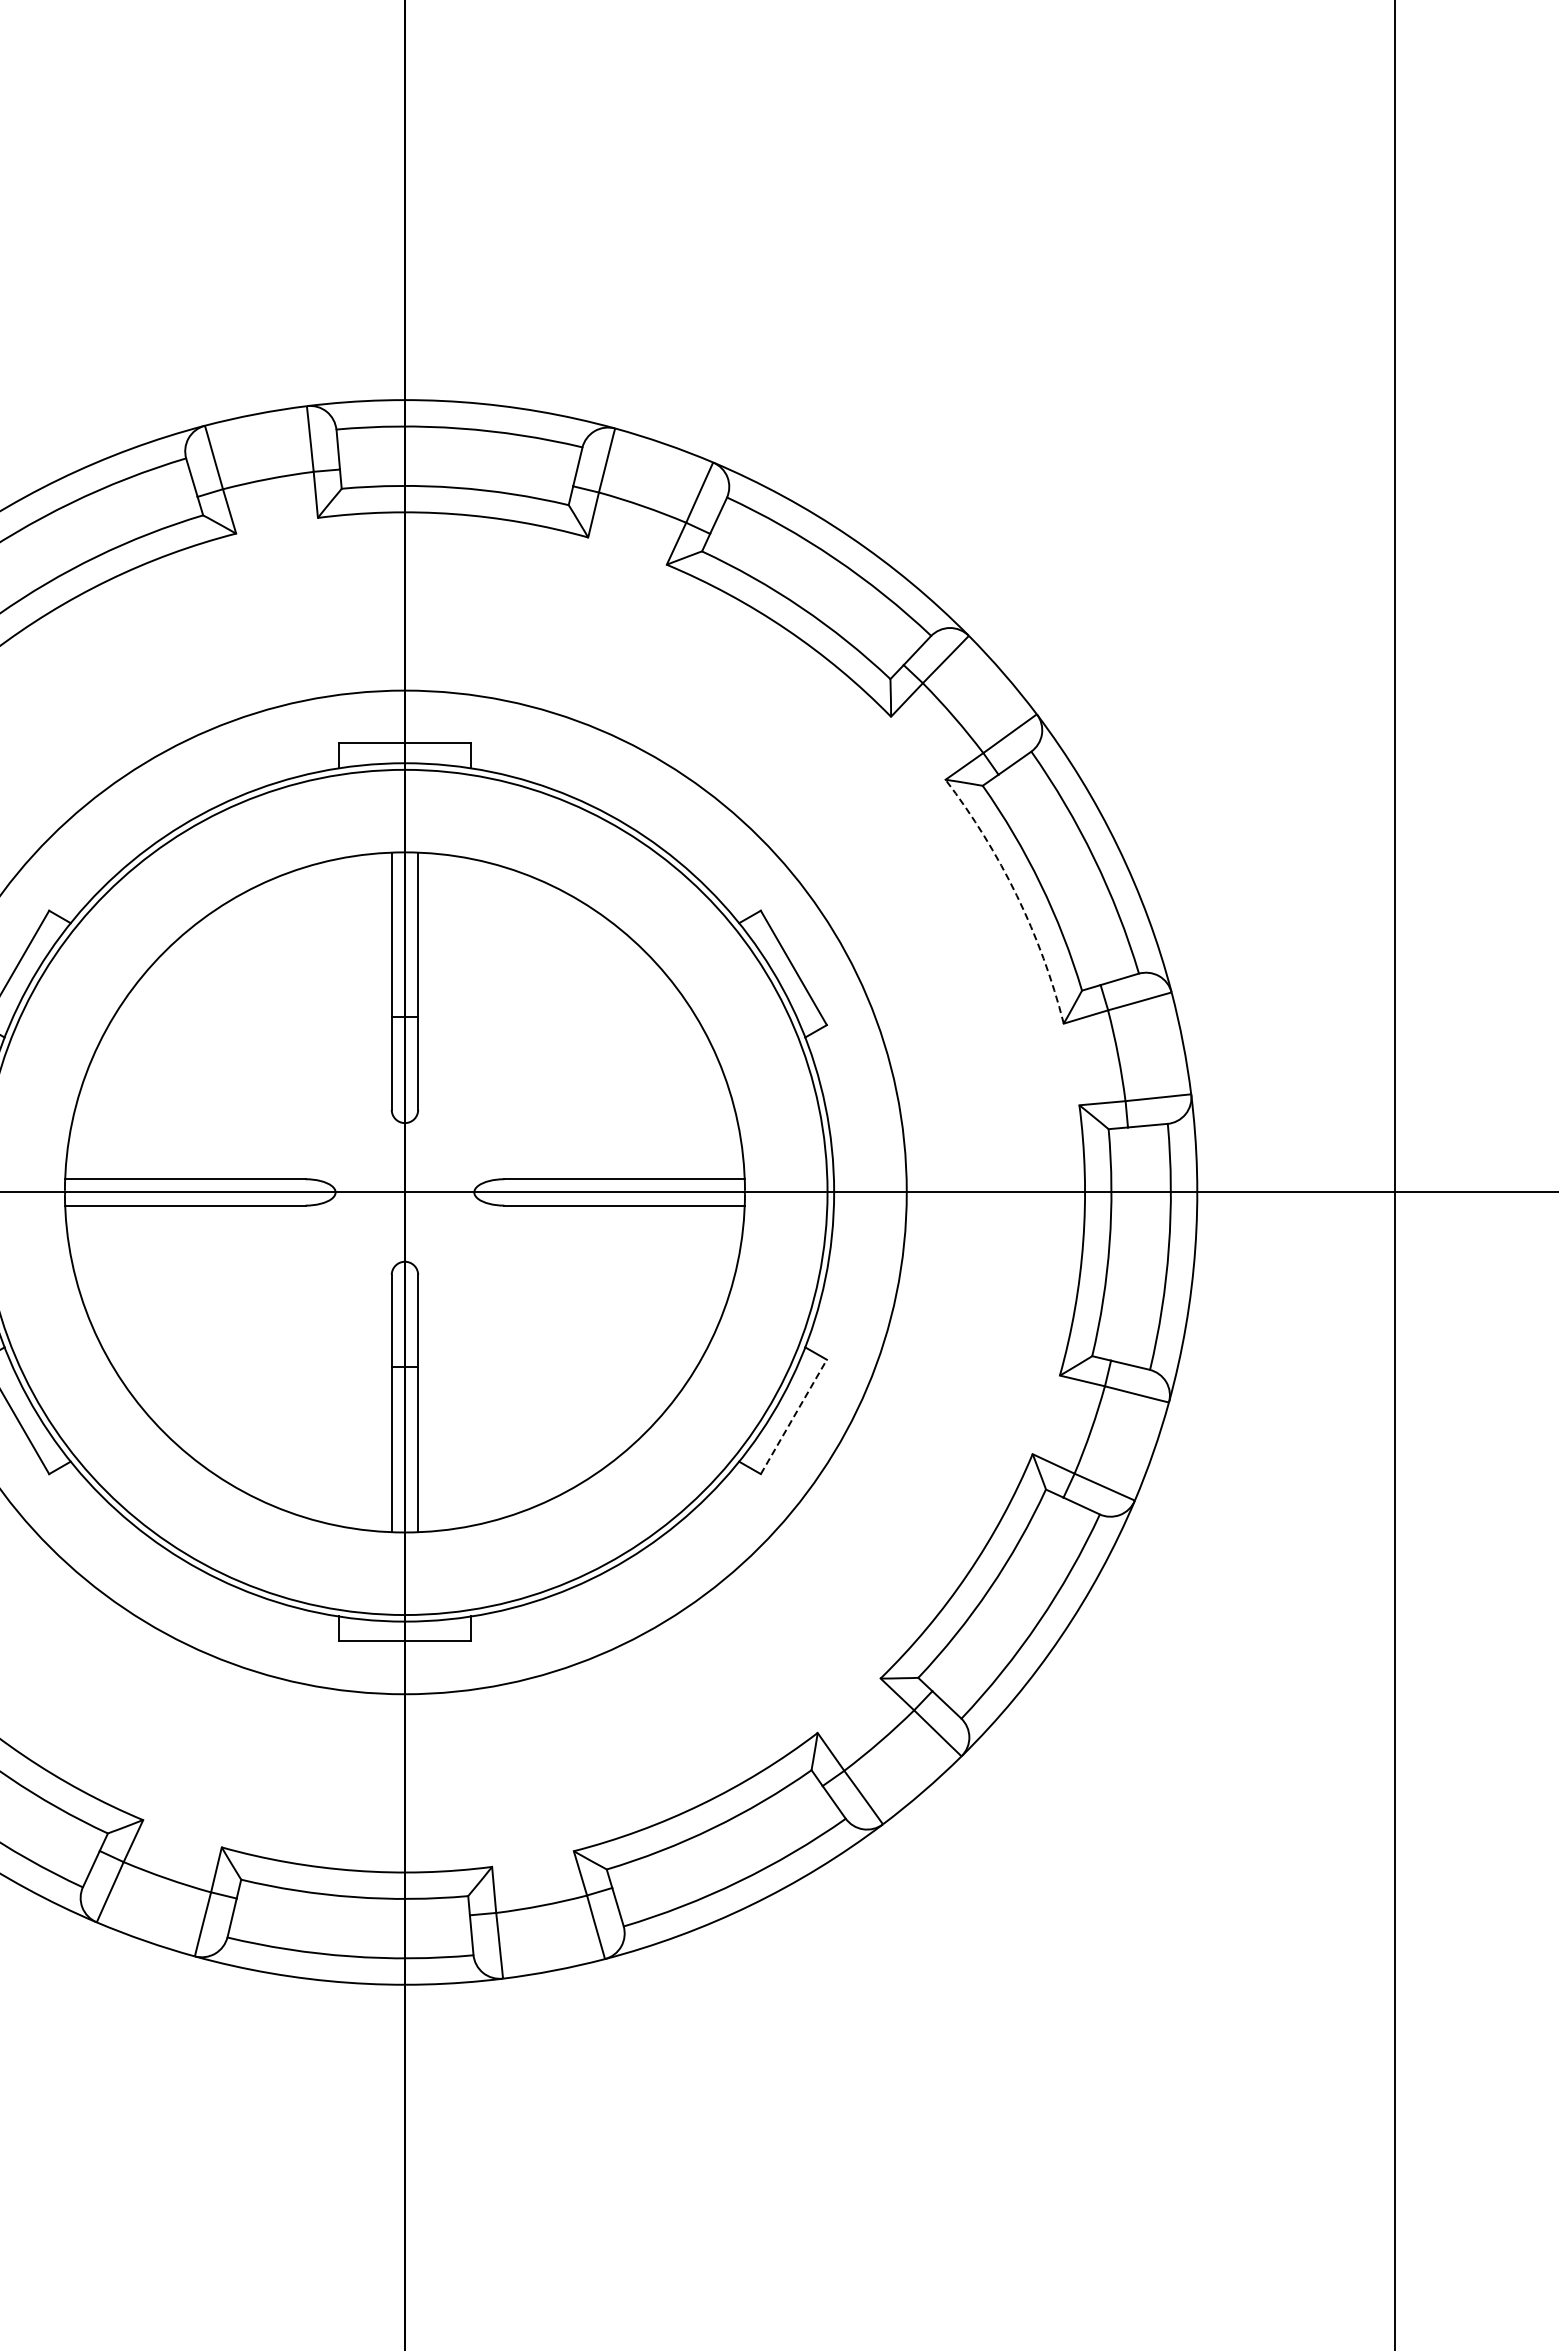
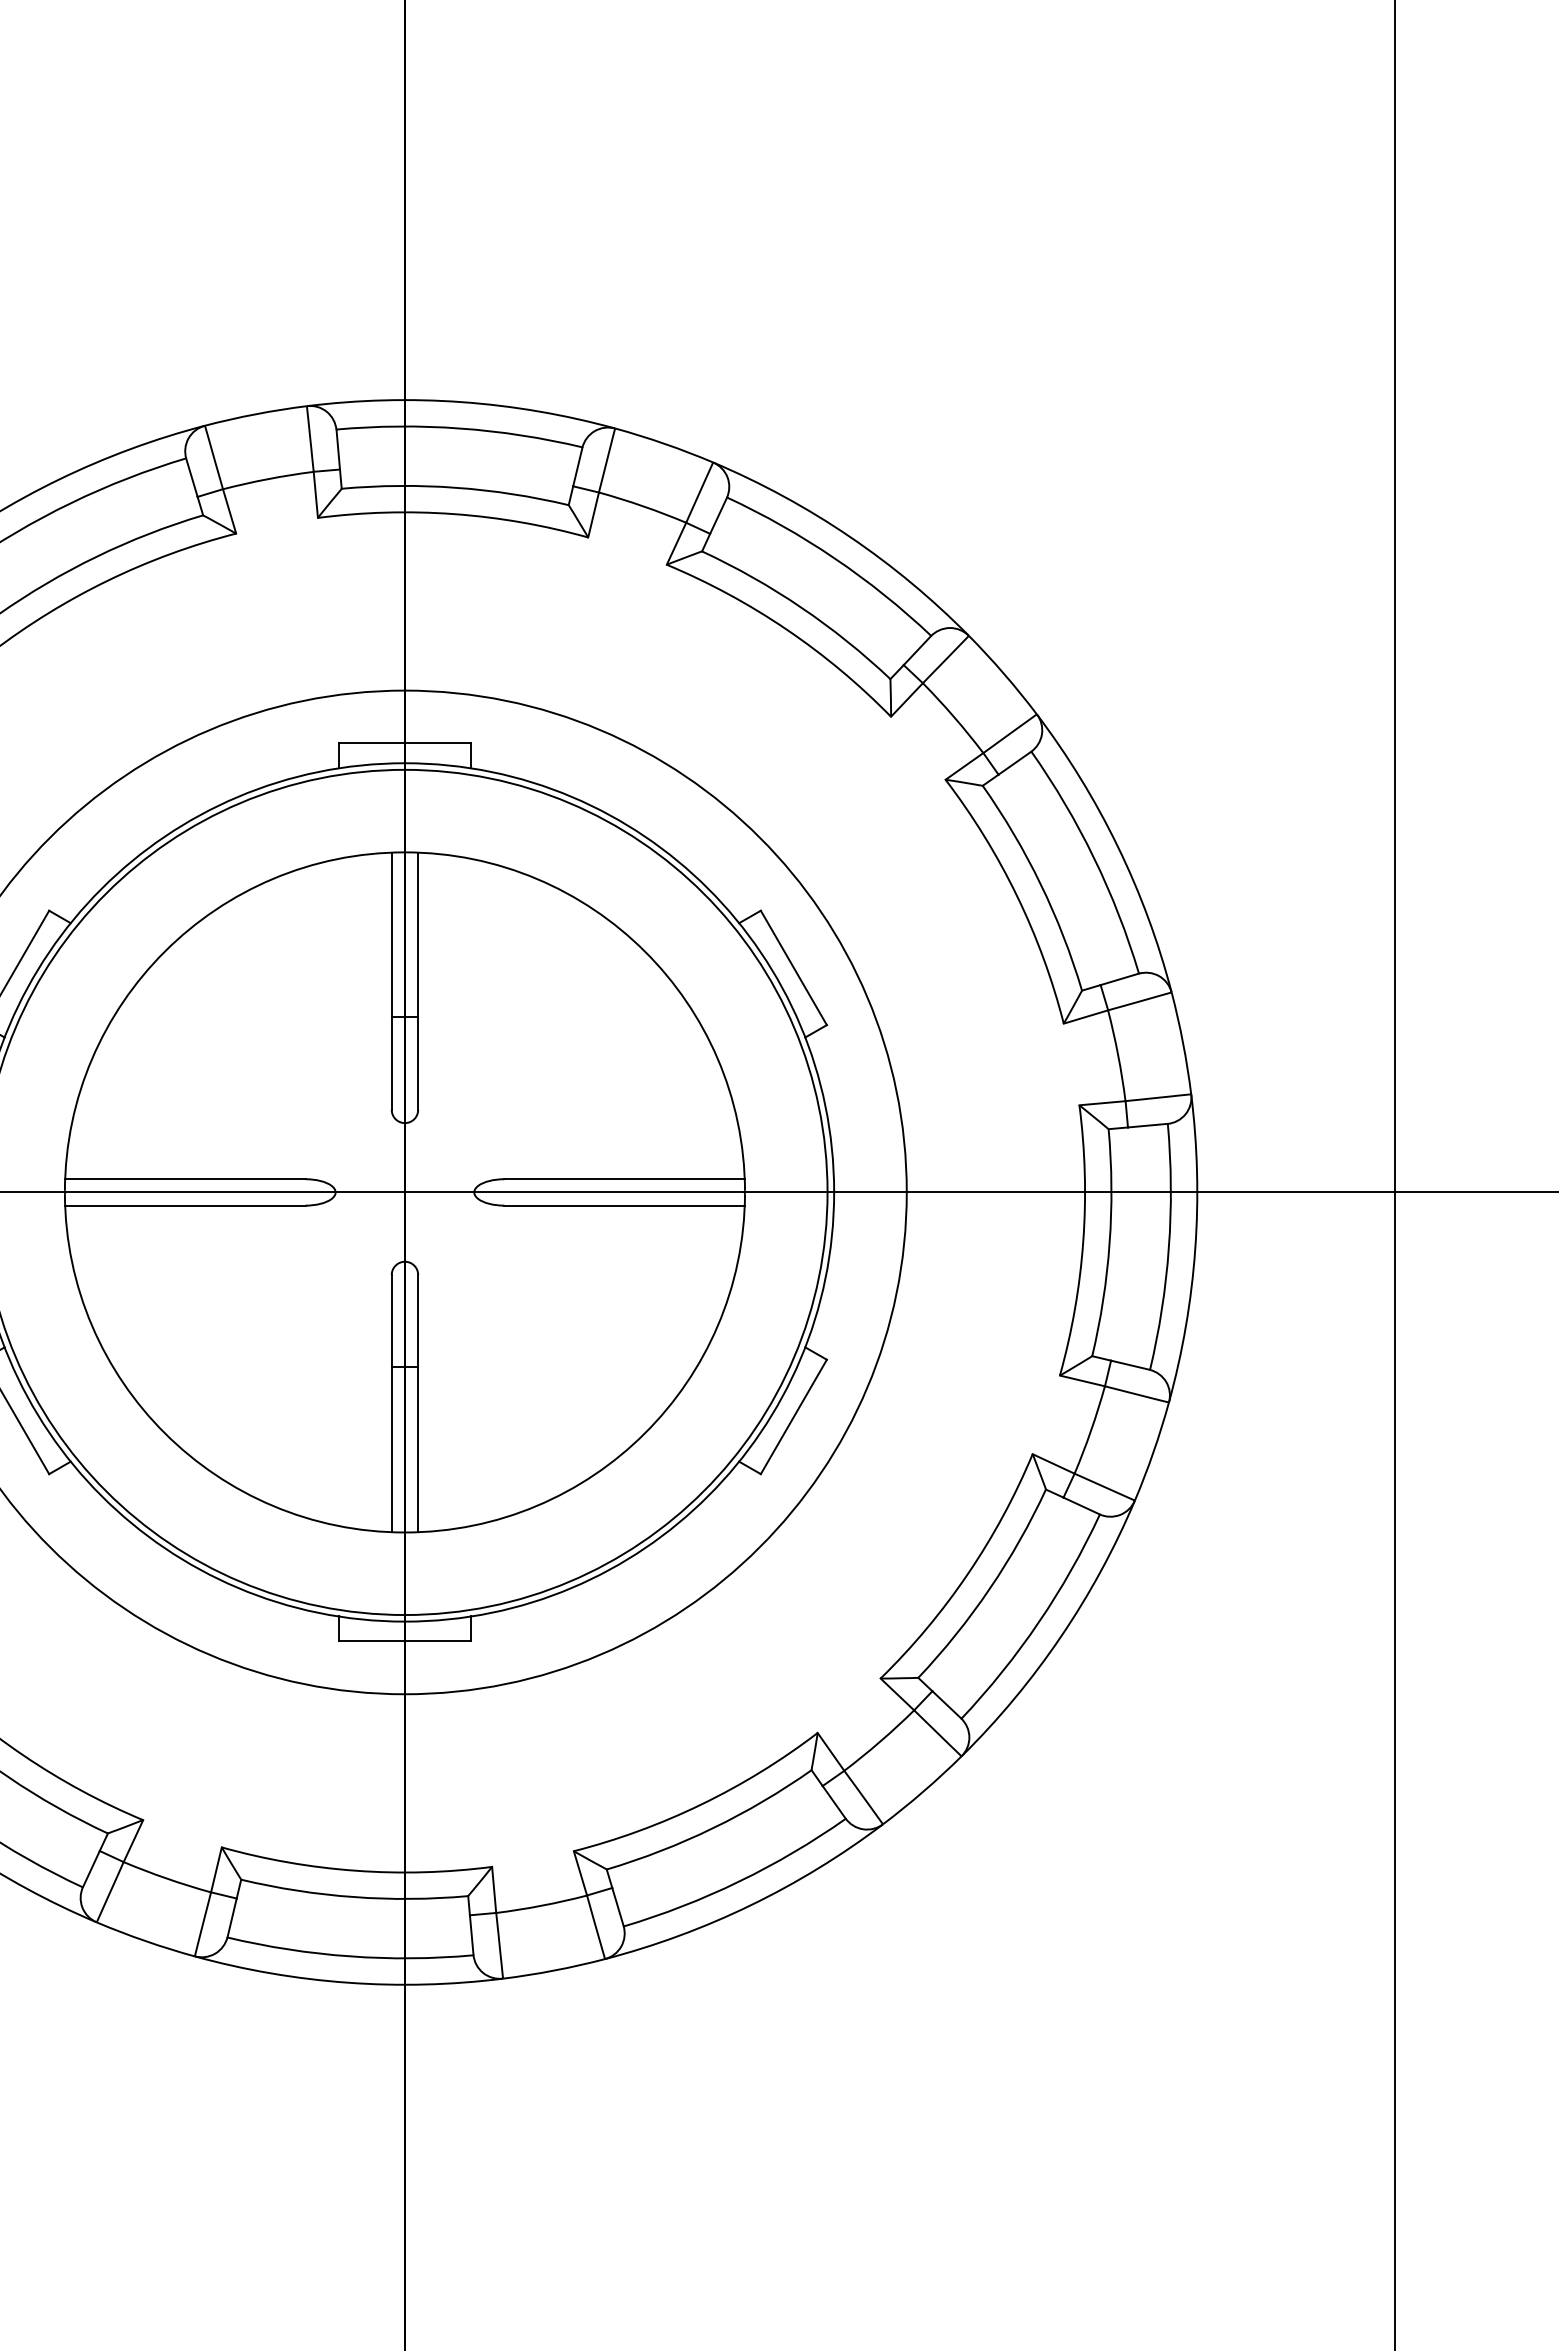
arc at (1016, 895): dashed -> solid
line at (794, 1416): dashed -> solid
